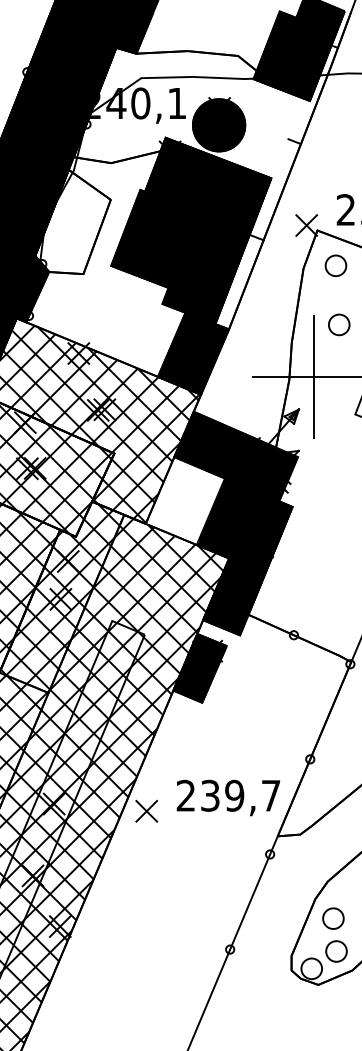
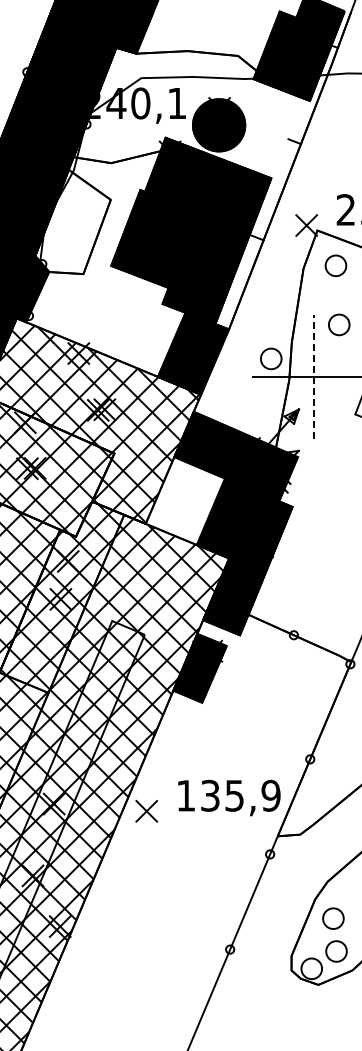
circle at (271, 358): none -> present
line at (314, 377): solid -> dashed
text at (228, 795): 239,7 -> 135,9
